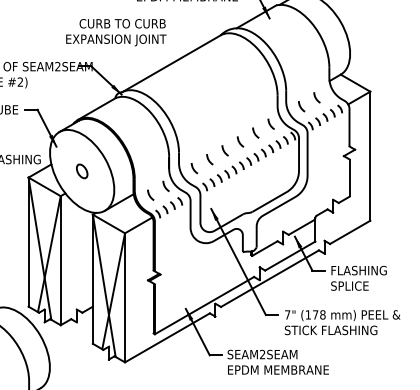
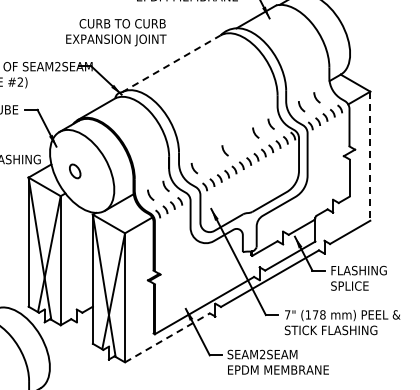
line at (171, 63): solid -> dashed
curve at (239, 141): present -> none
line at (370, 156): solid -> dashed
curve at (209, 159): present -> none
part at (82, 171) position: (82, 171) -> (75, 171)
line at (167, 337): solid -> dashed
